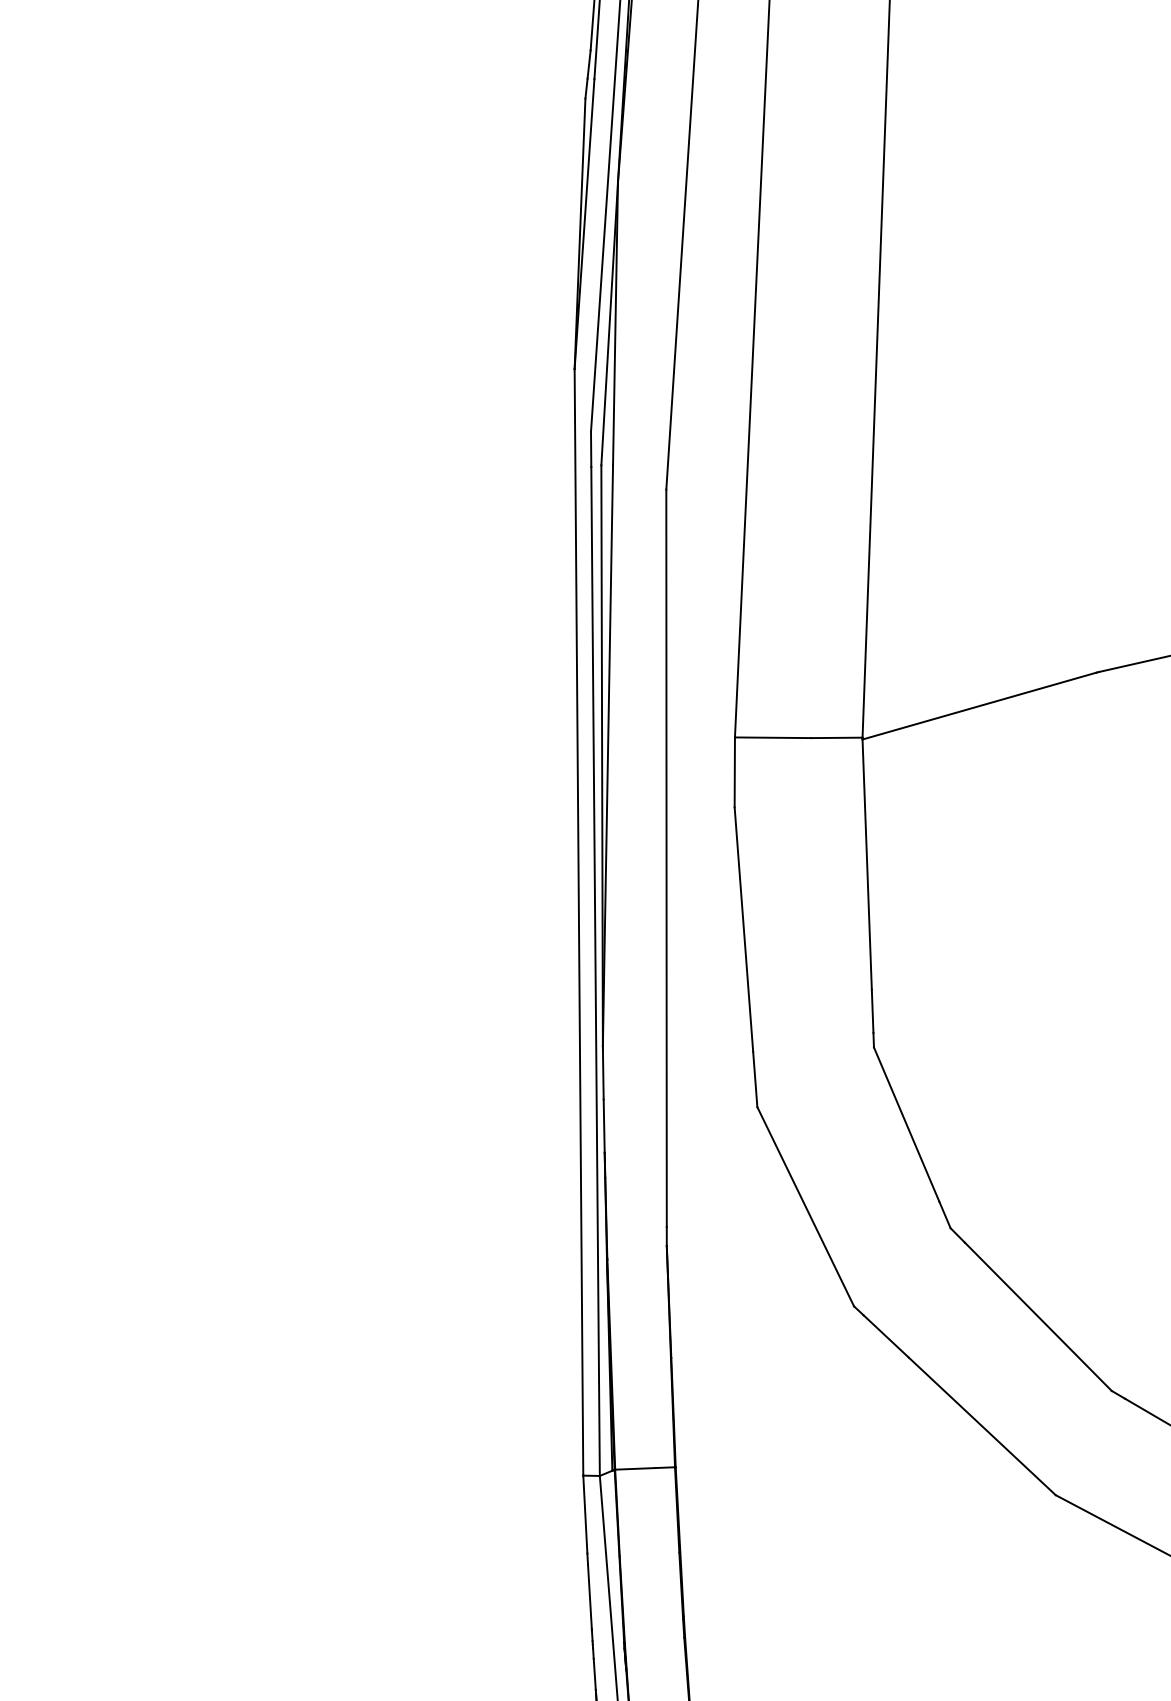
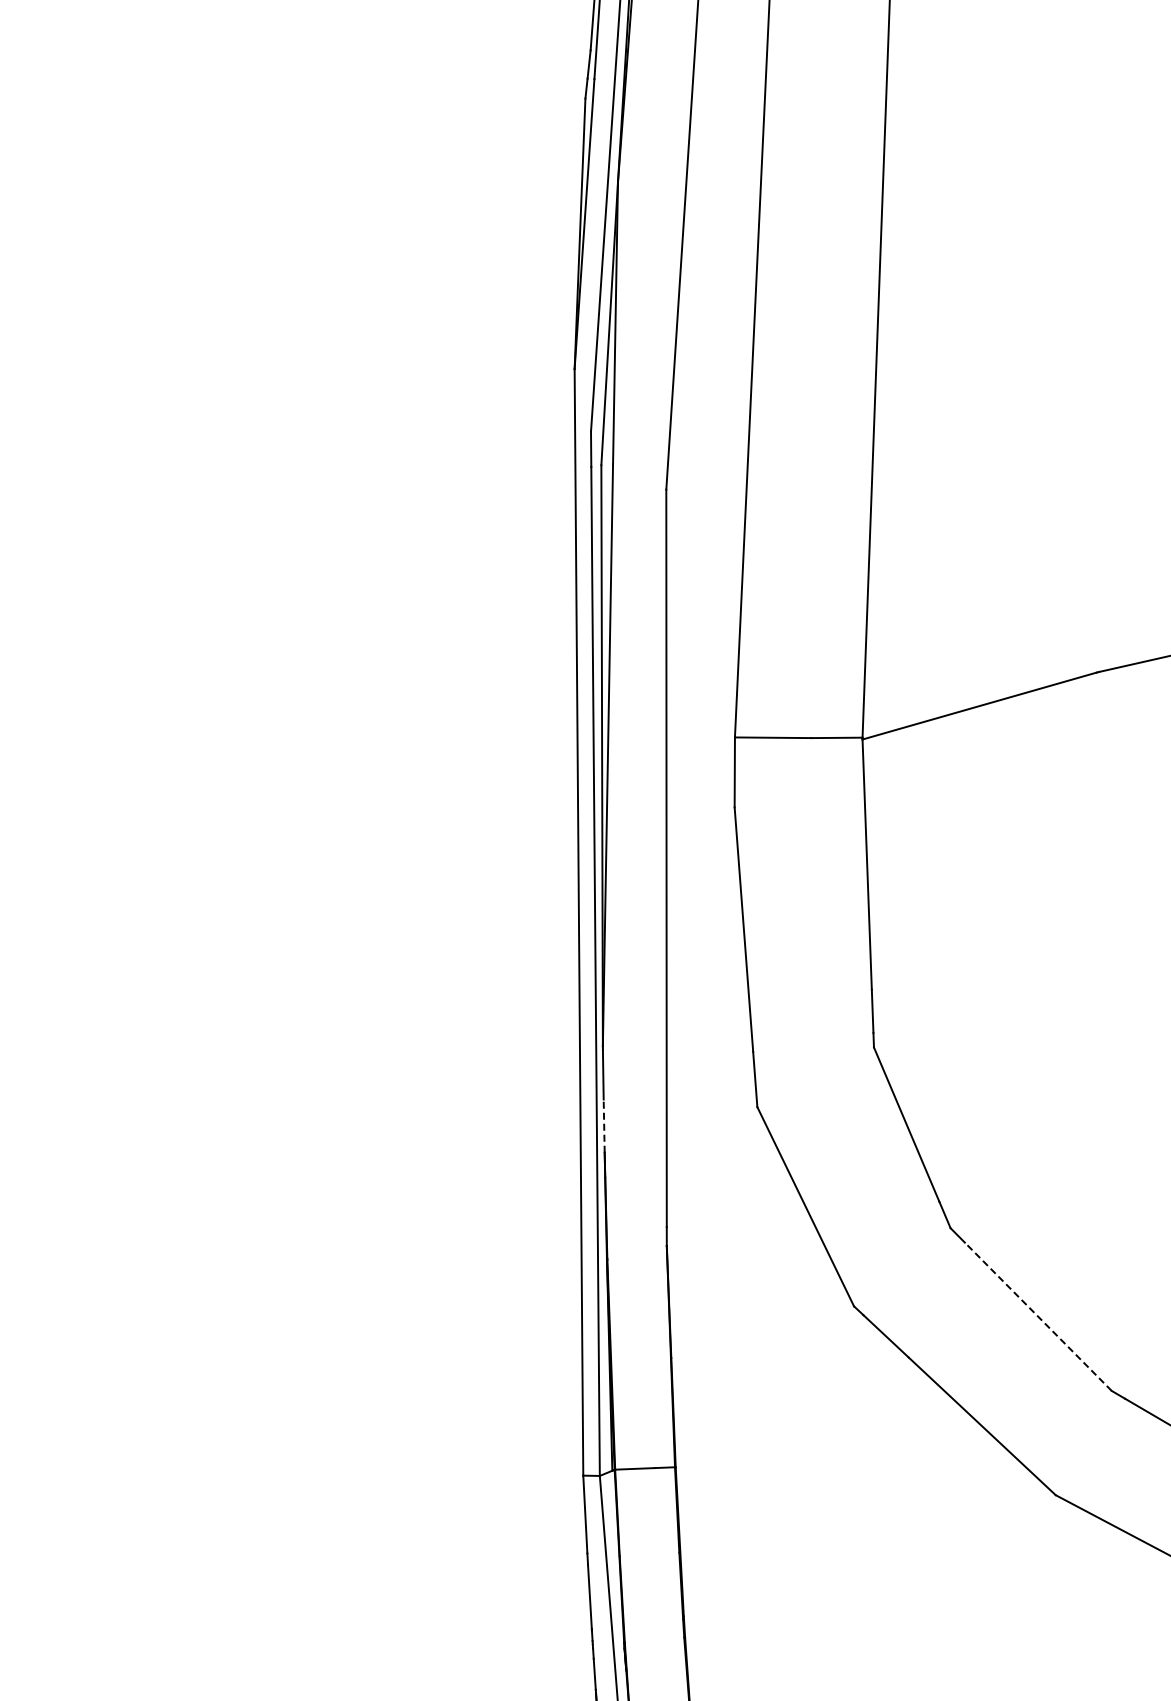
line at (604, 1126): solid -> dashed
line at (1037, 1316): solid -> dashed
